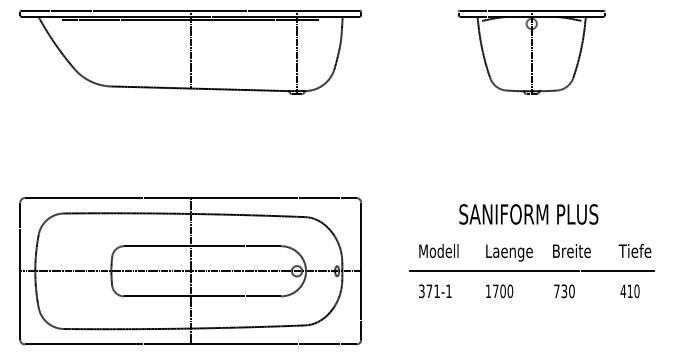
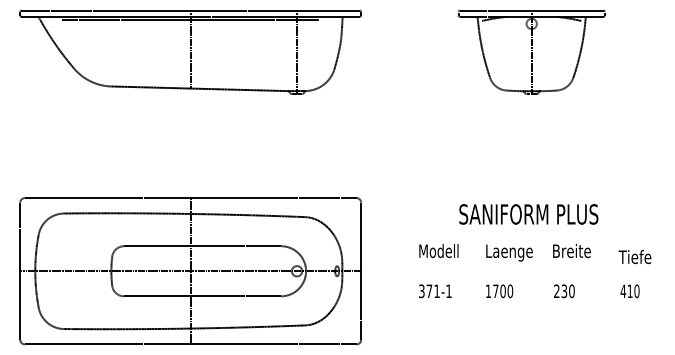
text at (634, 251) position: (634, 251) -> (634, 257)
line at (531, 271): present -> none
text at (556, 290): 730 -> 230
